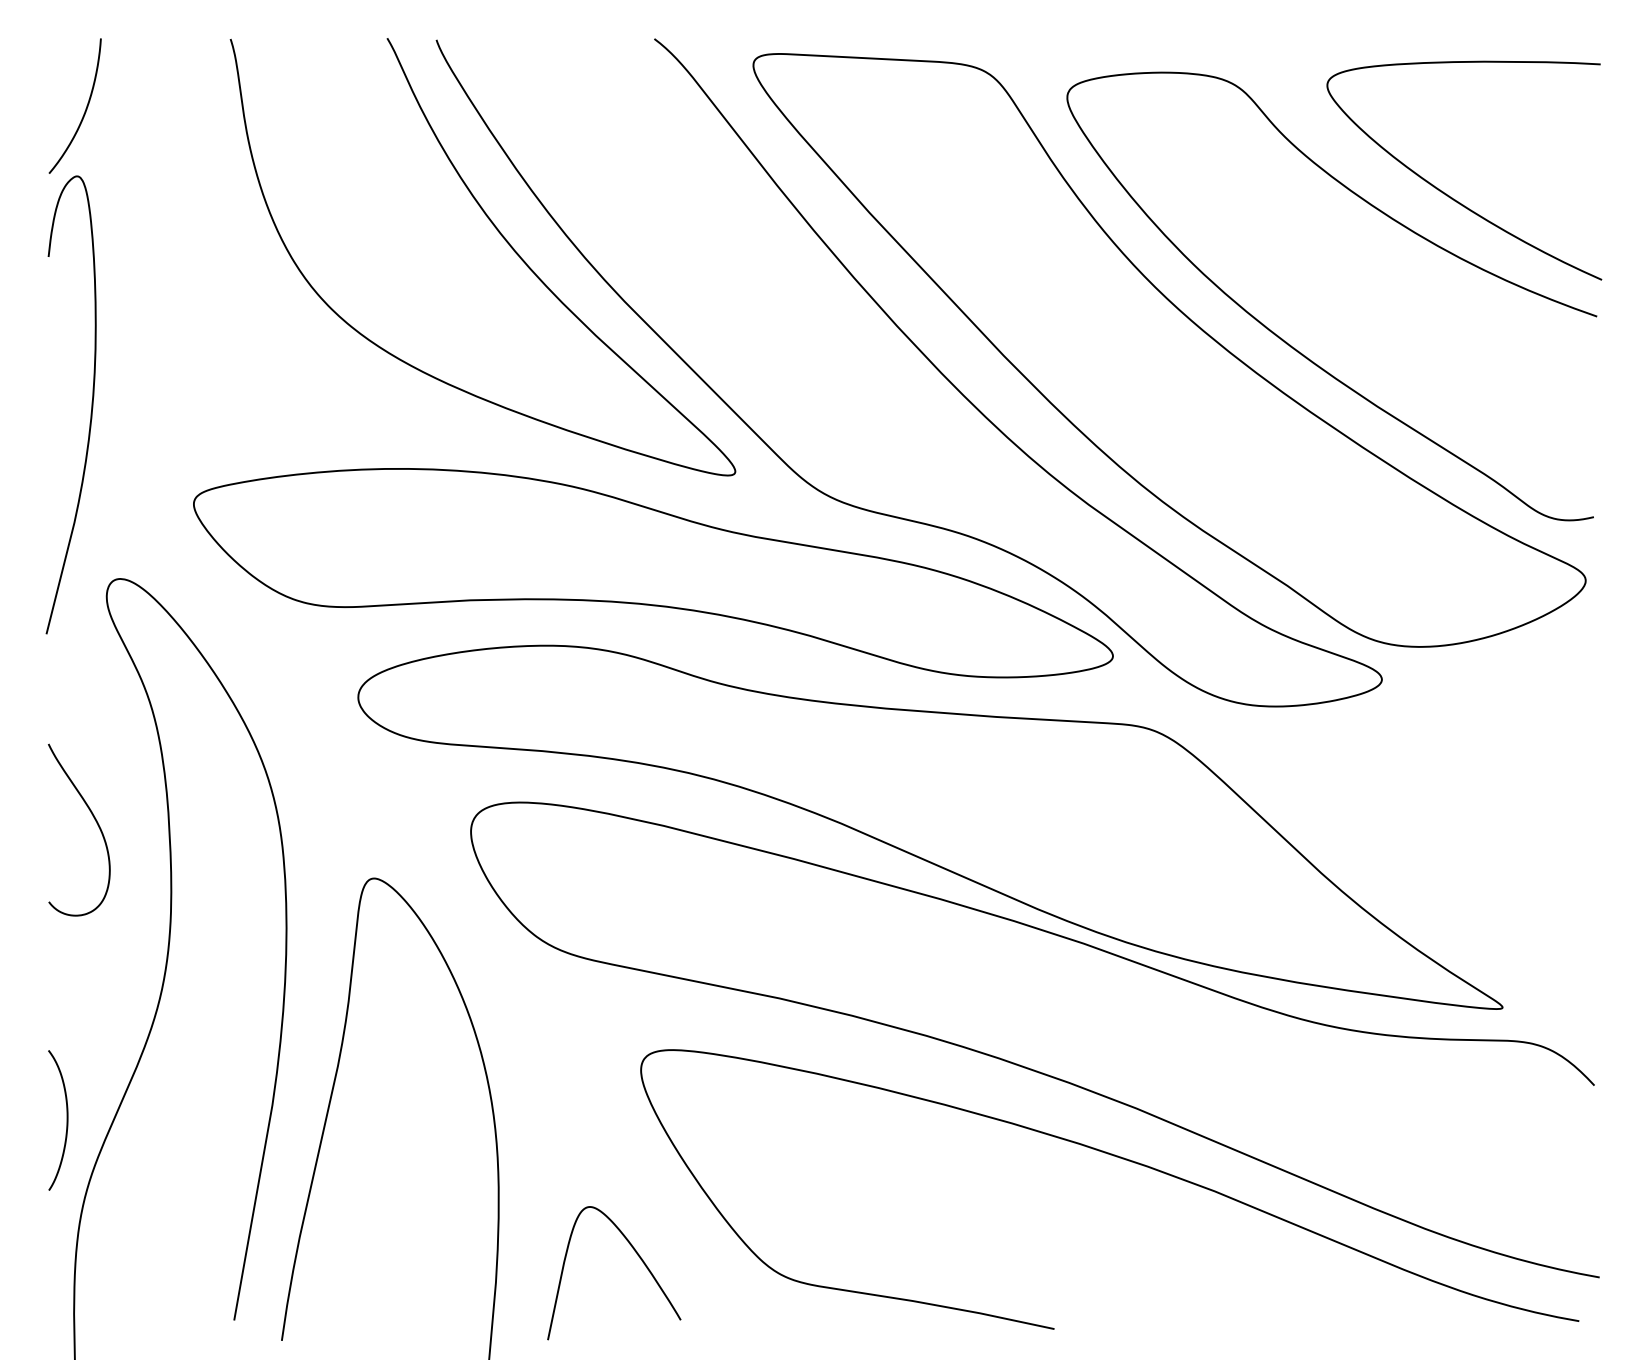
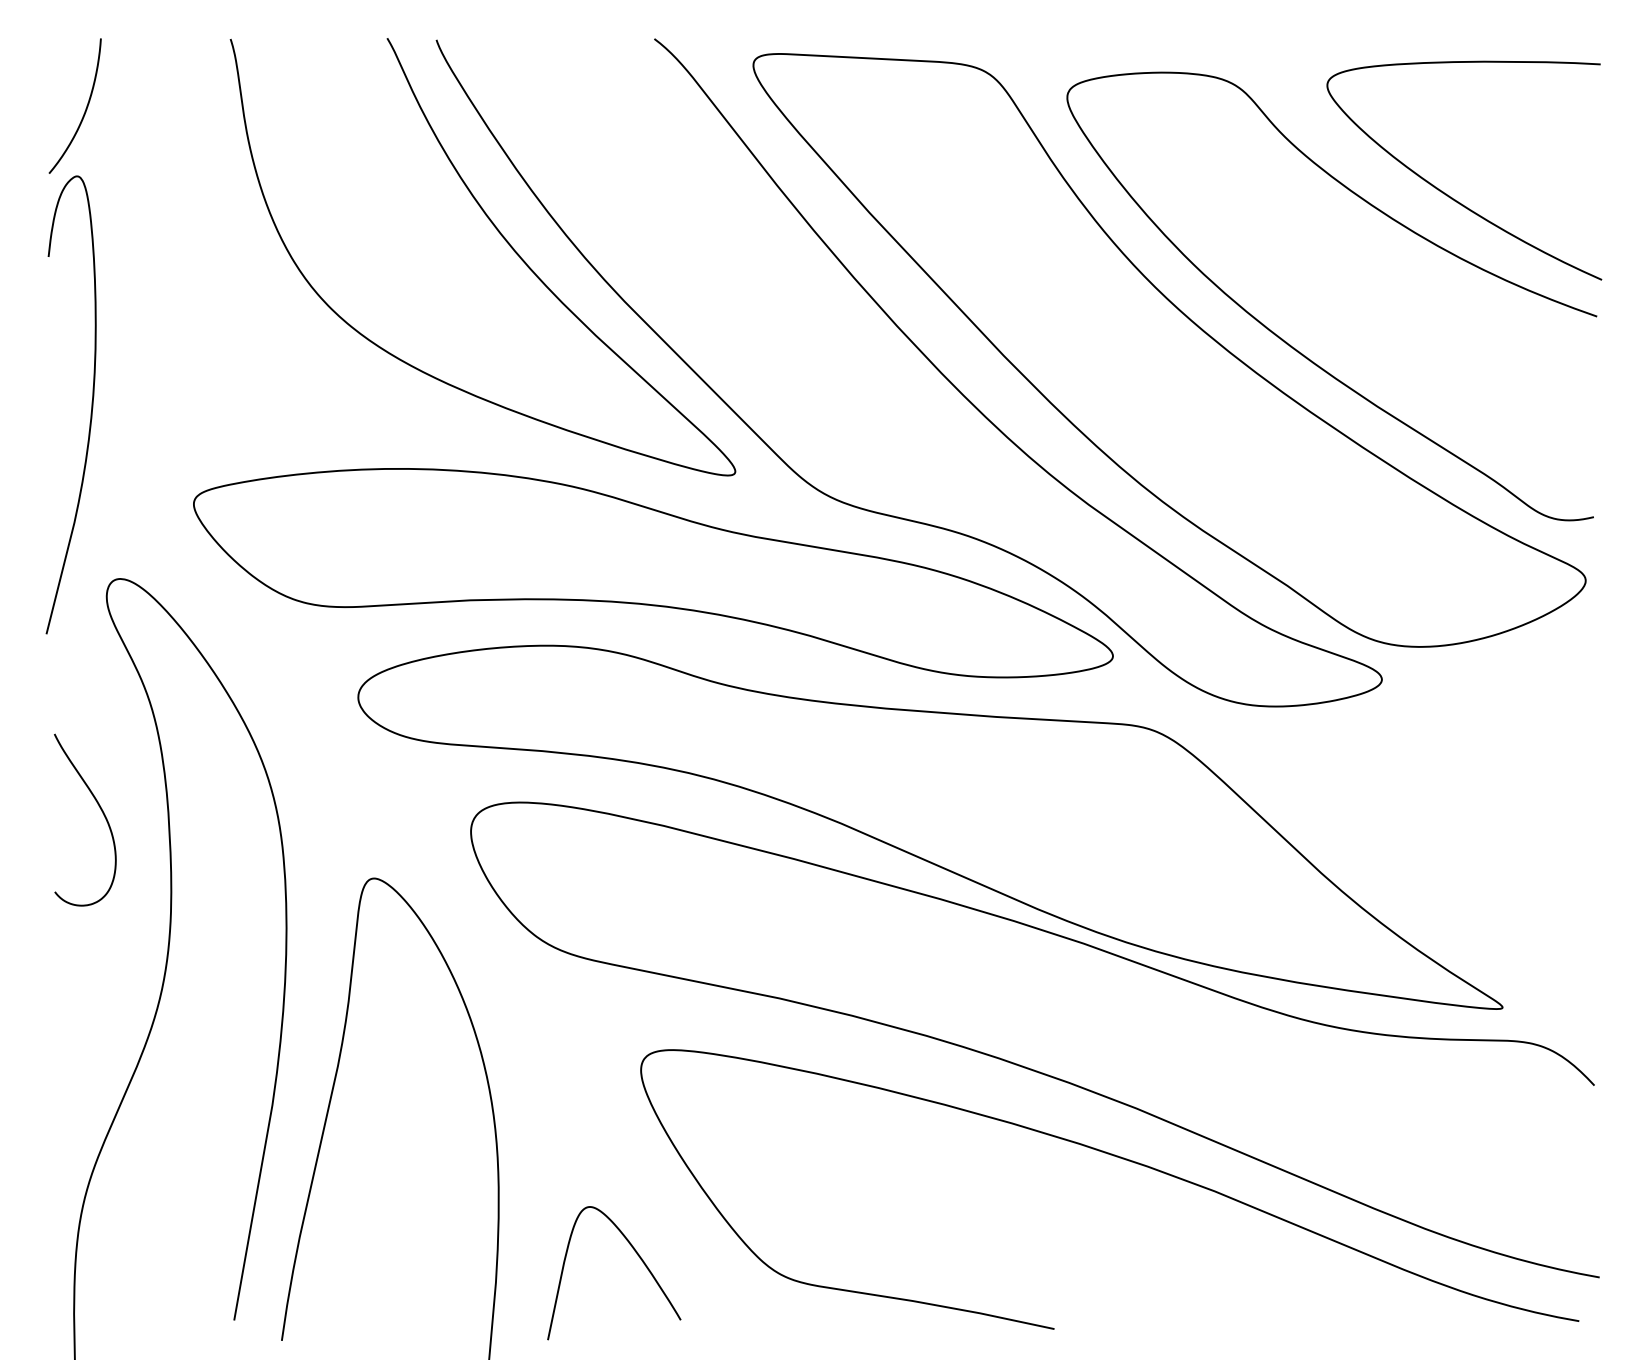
curve at (95, 821) position: (95, 821) -> (101, 811)
curve at (66, 1120): present -> none
